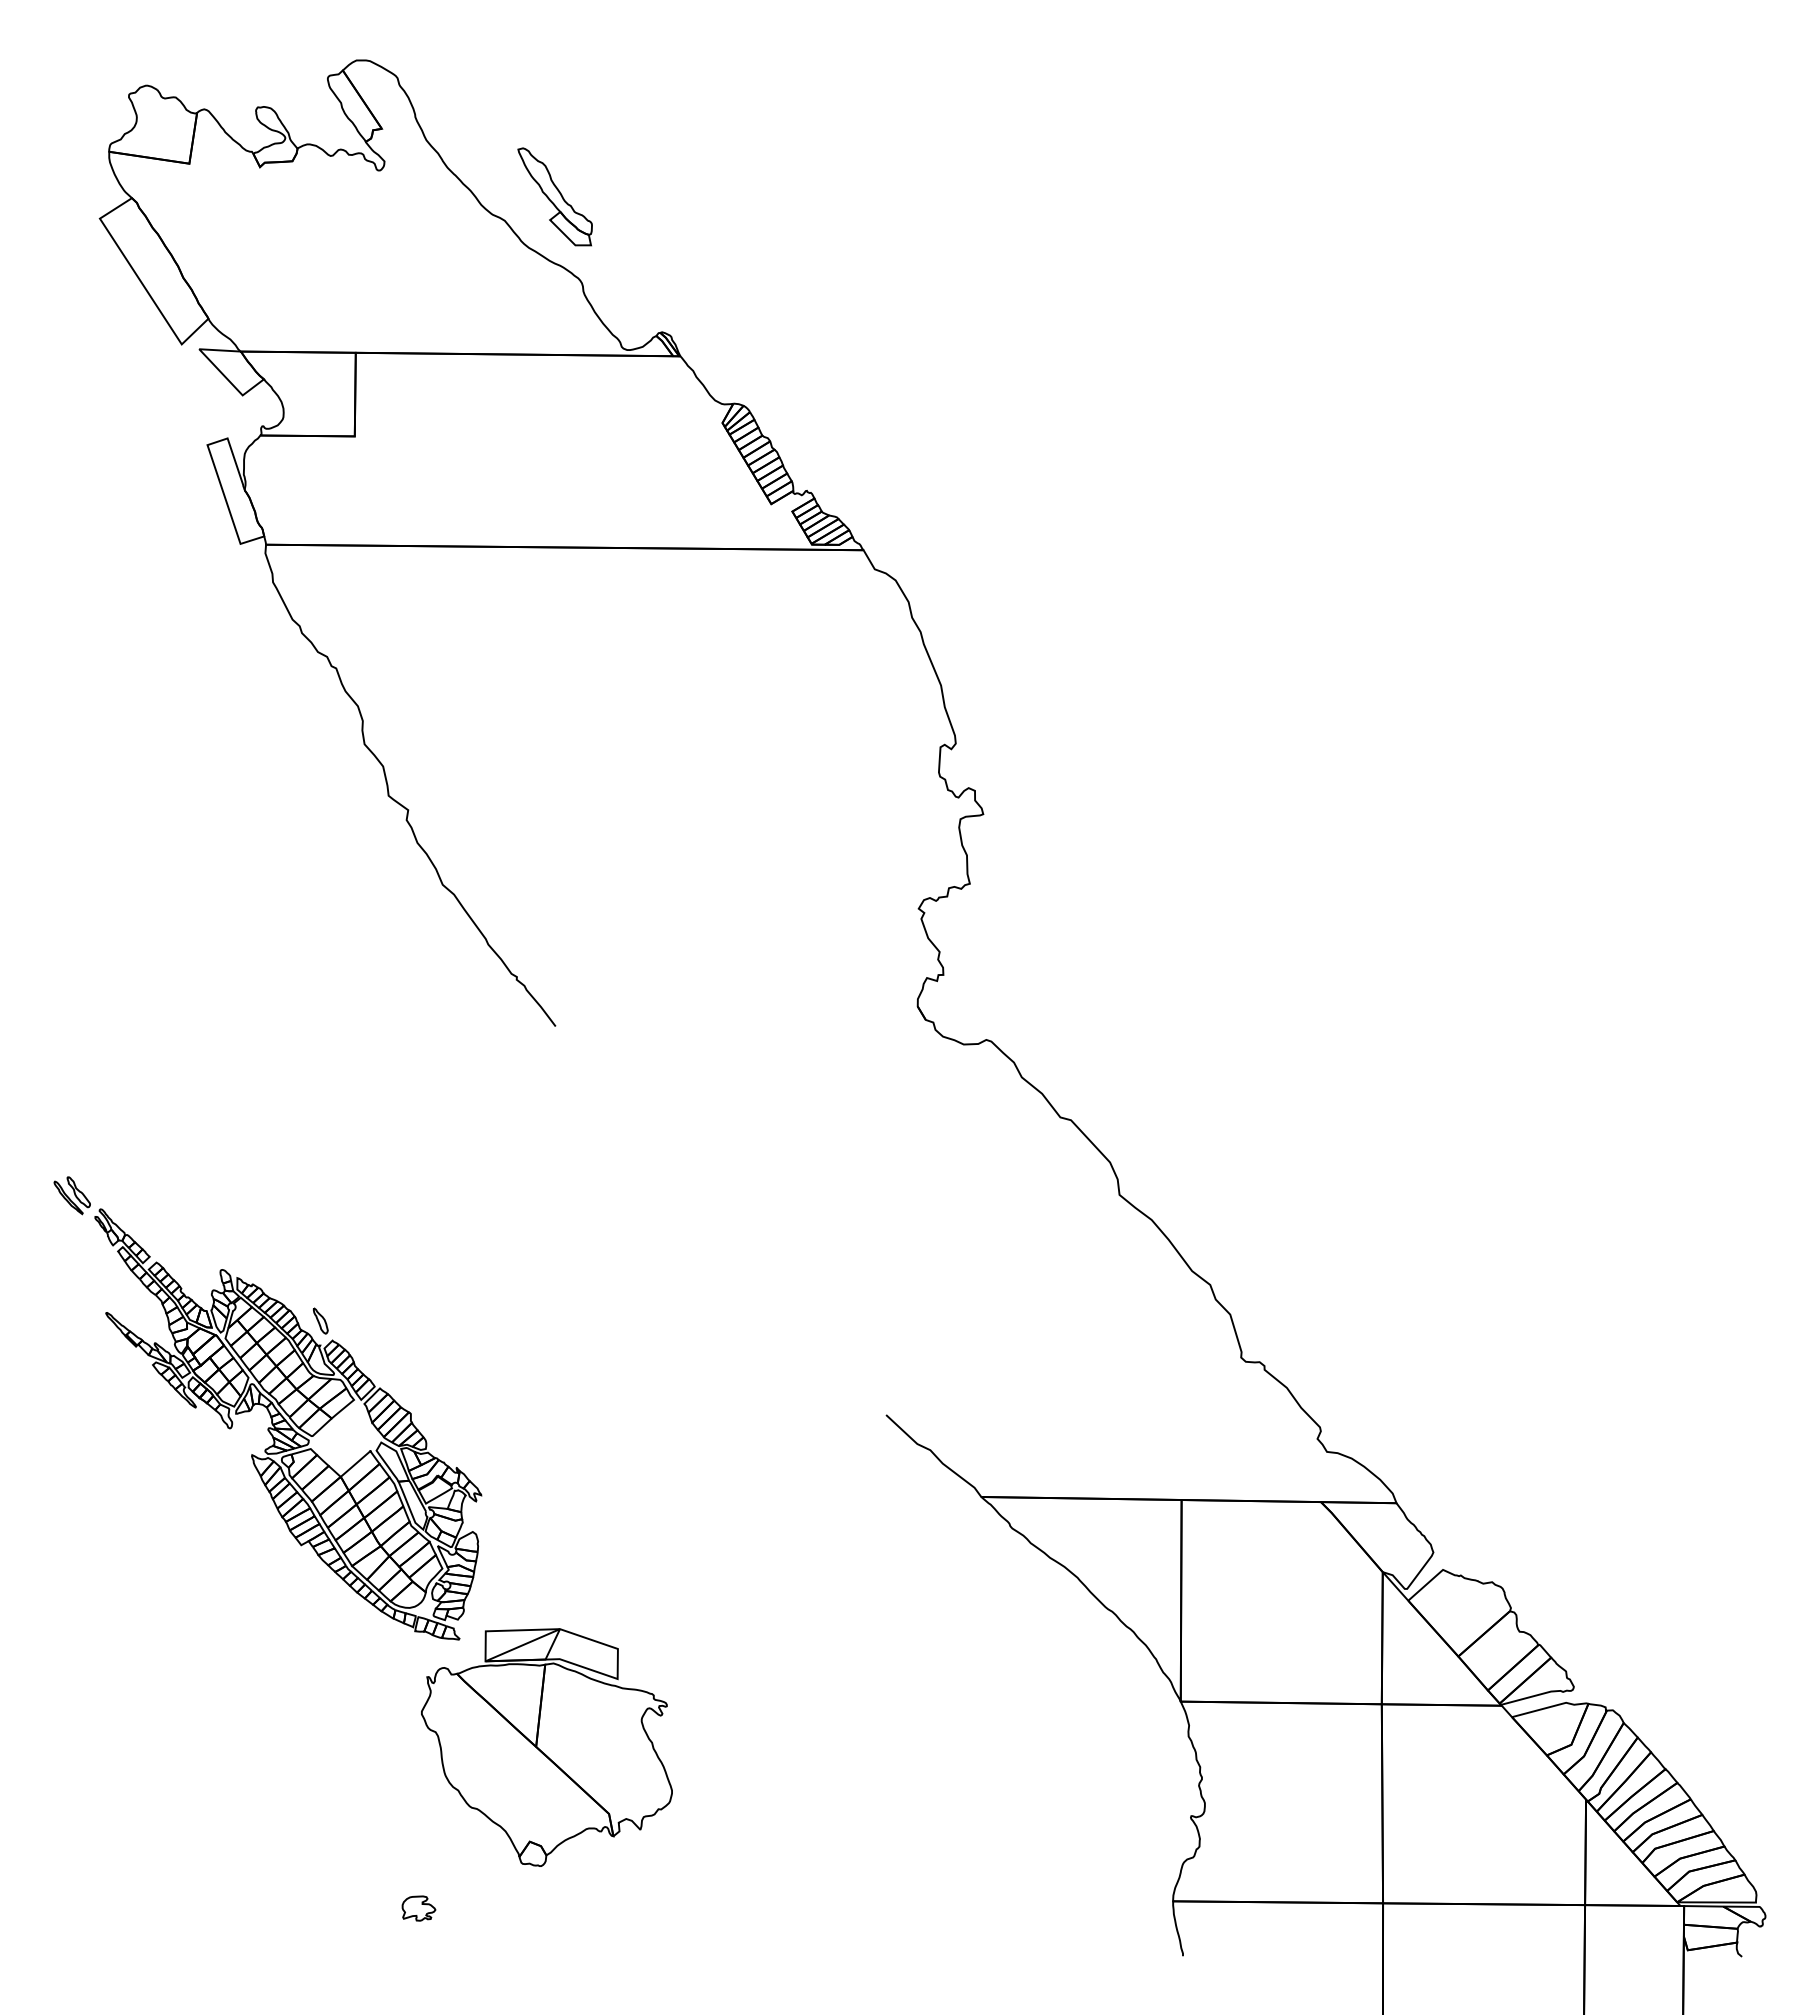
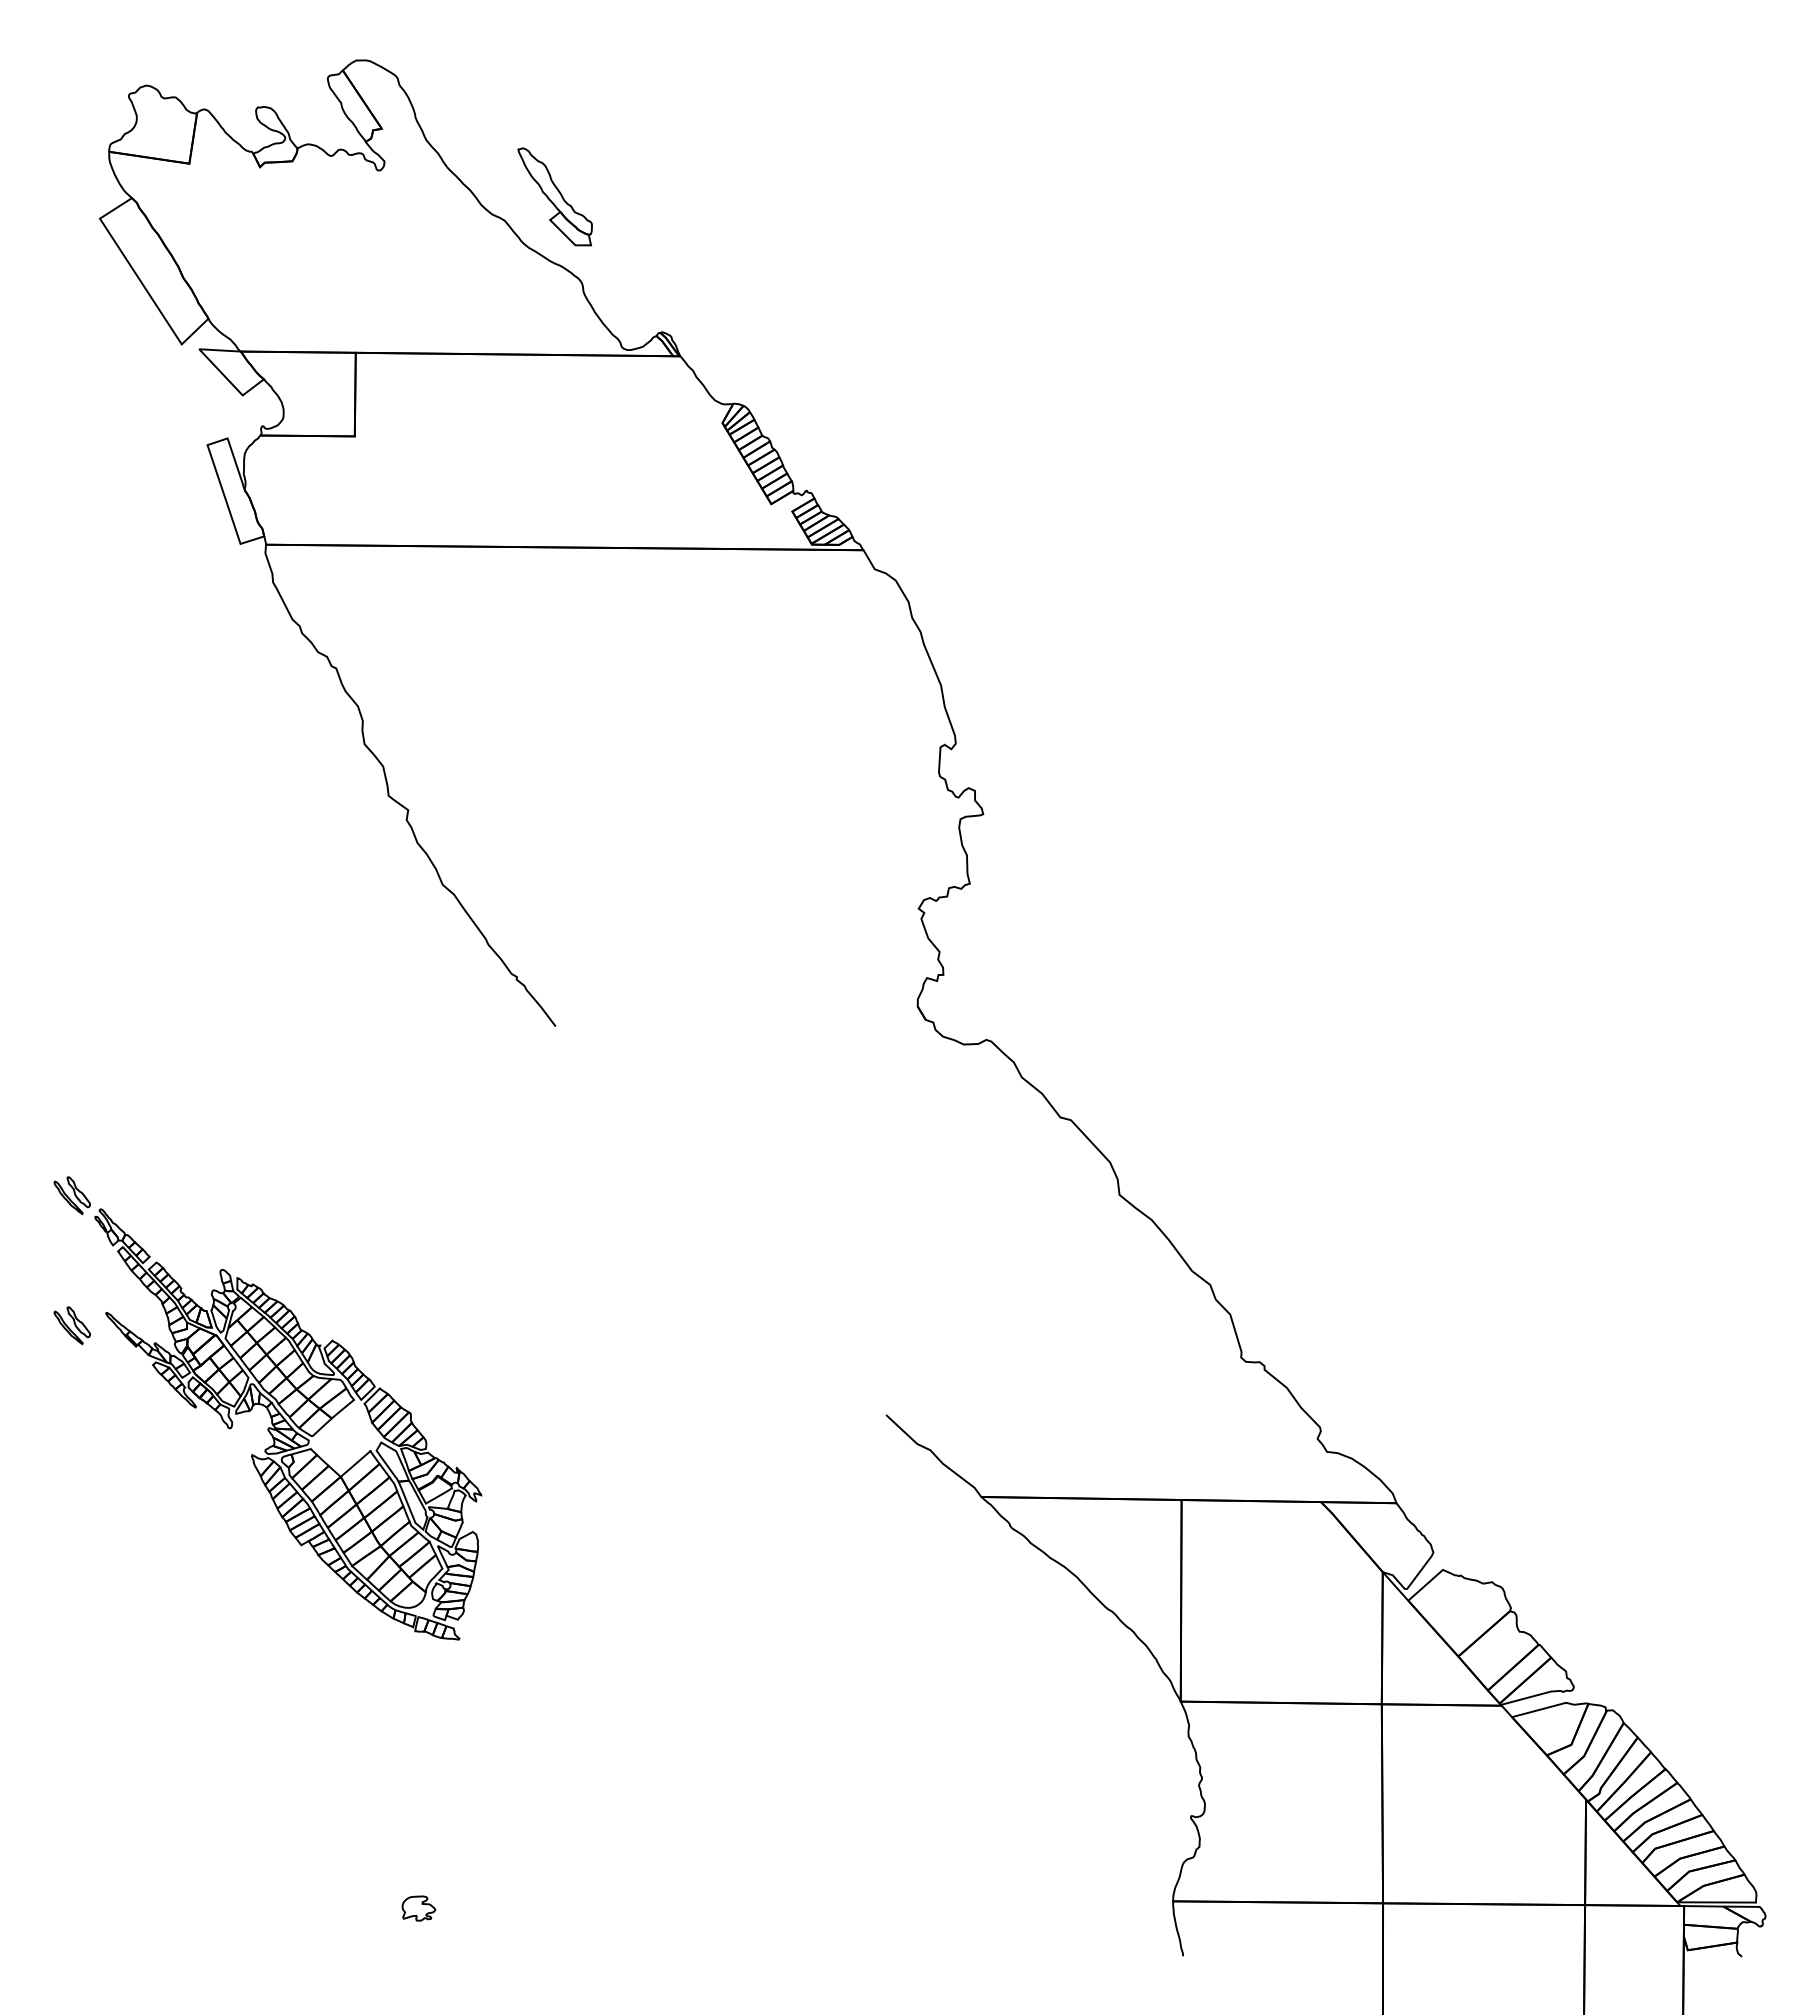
part at (320, 1320): present -> none
part at (71, 1325): none -> present
part at (546, 1747): present -> none
